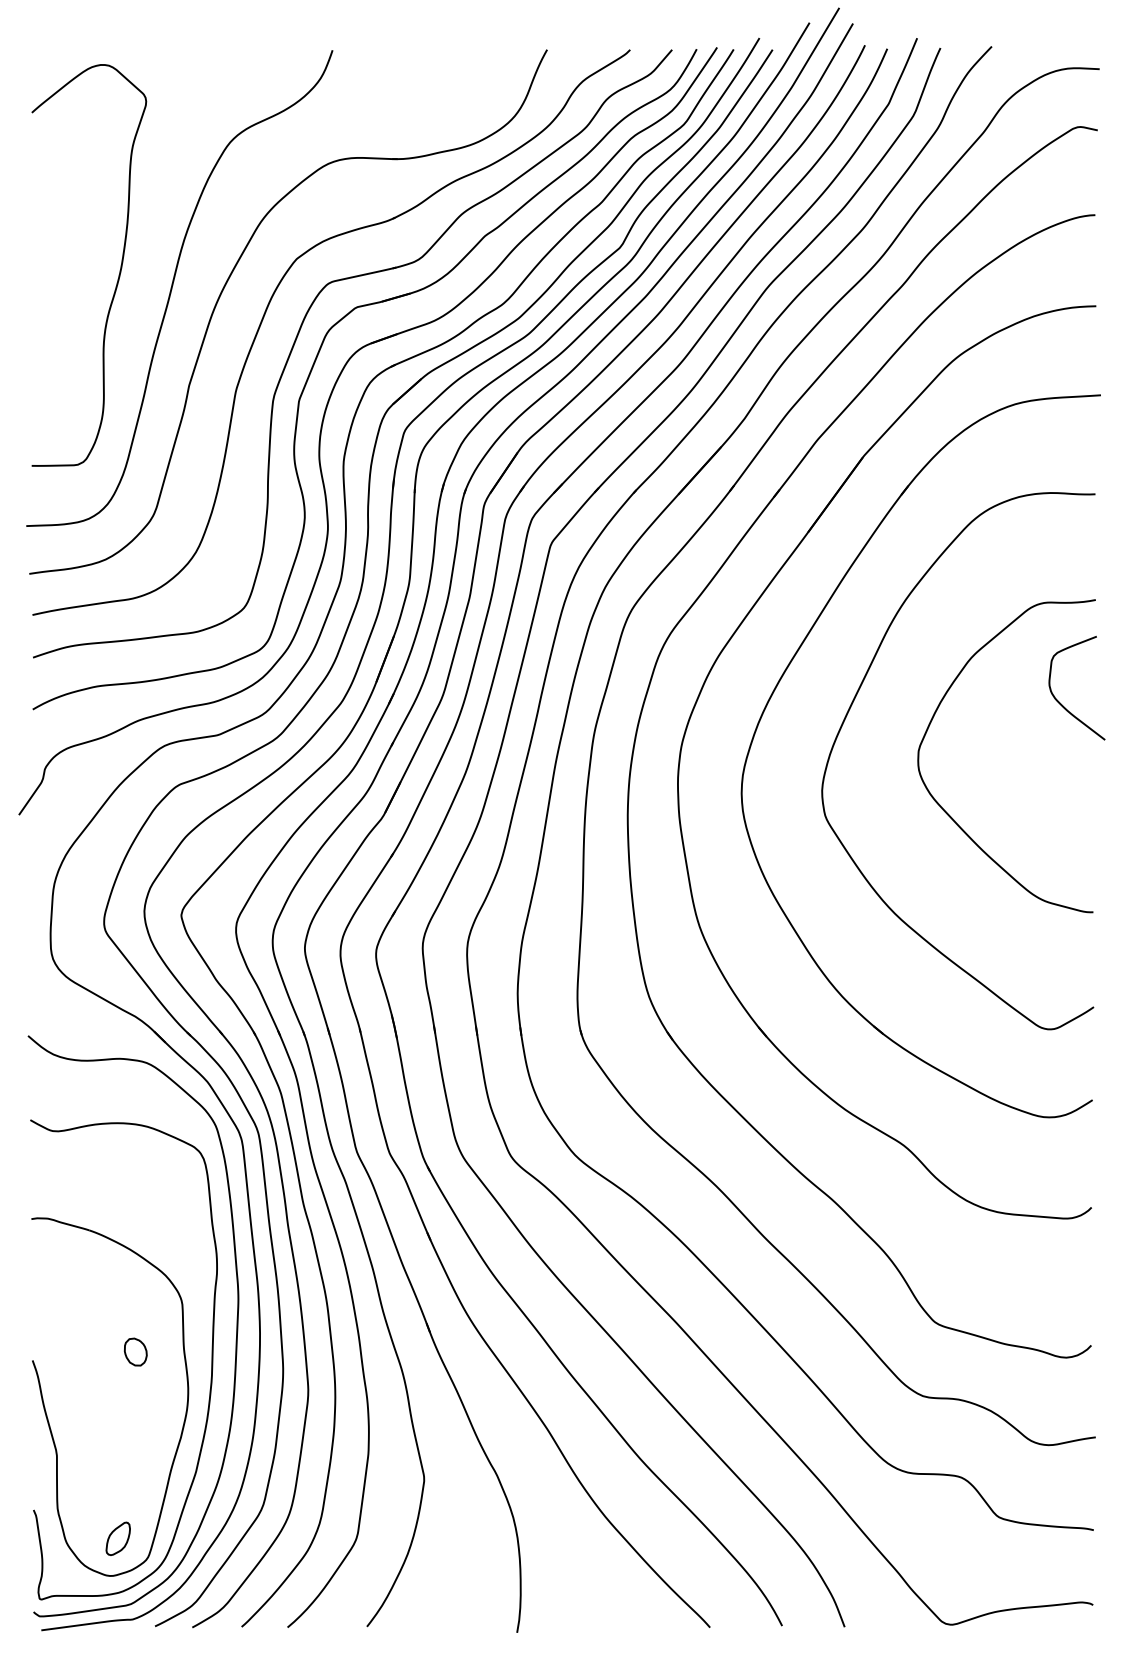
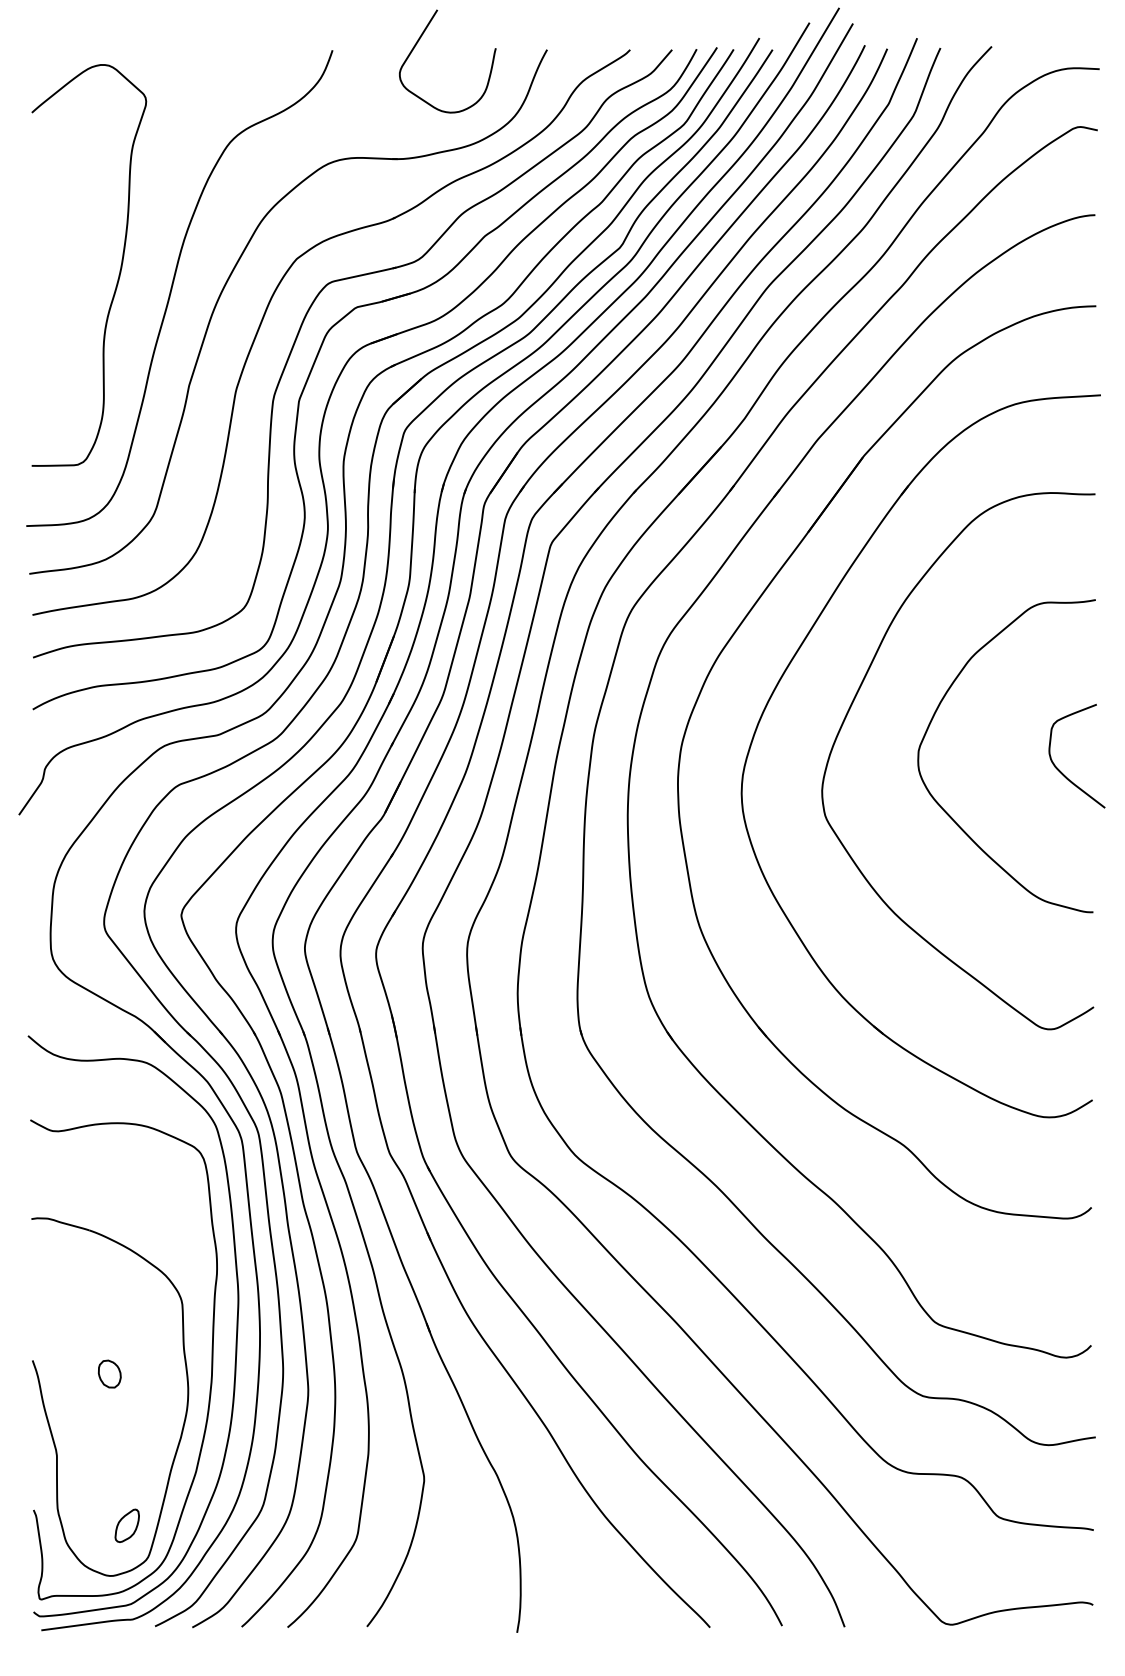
curve at (418, 42): none -> present
curve at (1060, 702) position: (1060, 702) -> (1060, 770)
part at (135, 1351) position: (135, 1351) -> (109, 1373)
part at (117, 1538) position: (117, 1538) -> (126, 1525)
